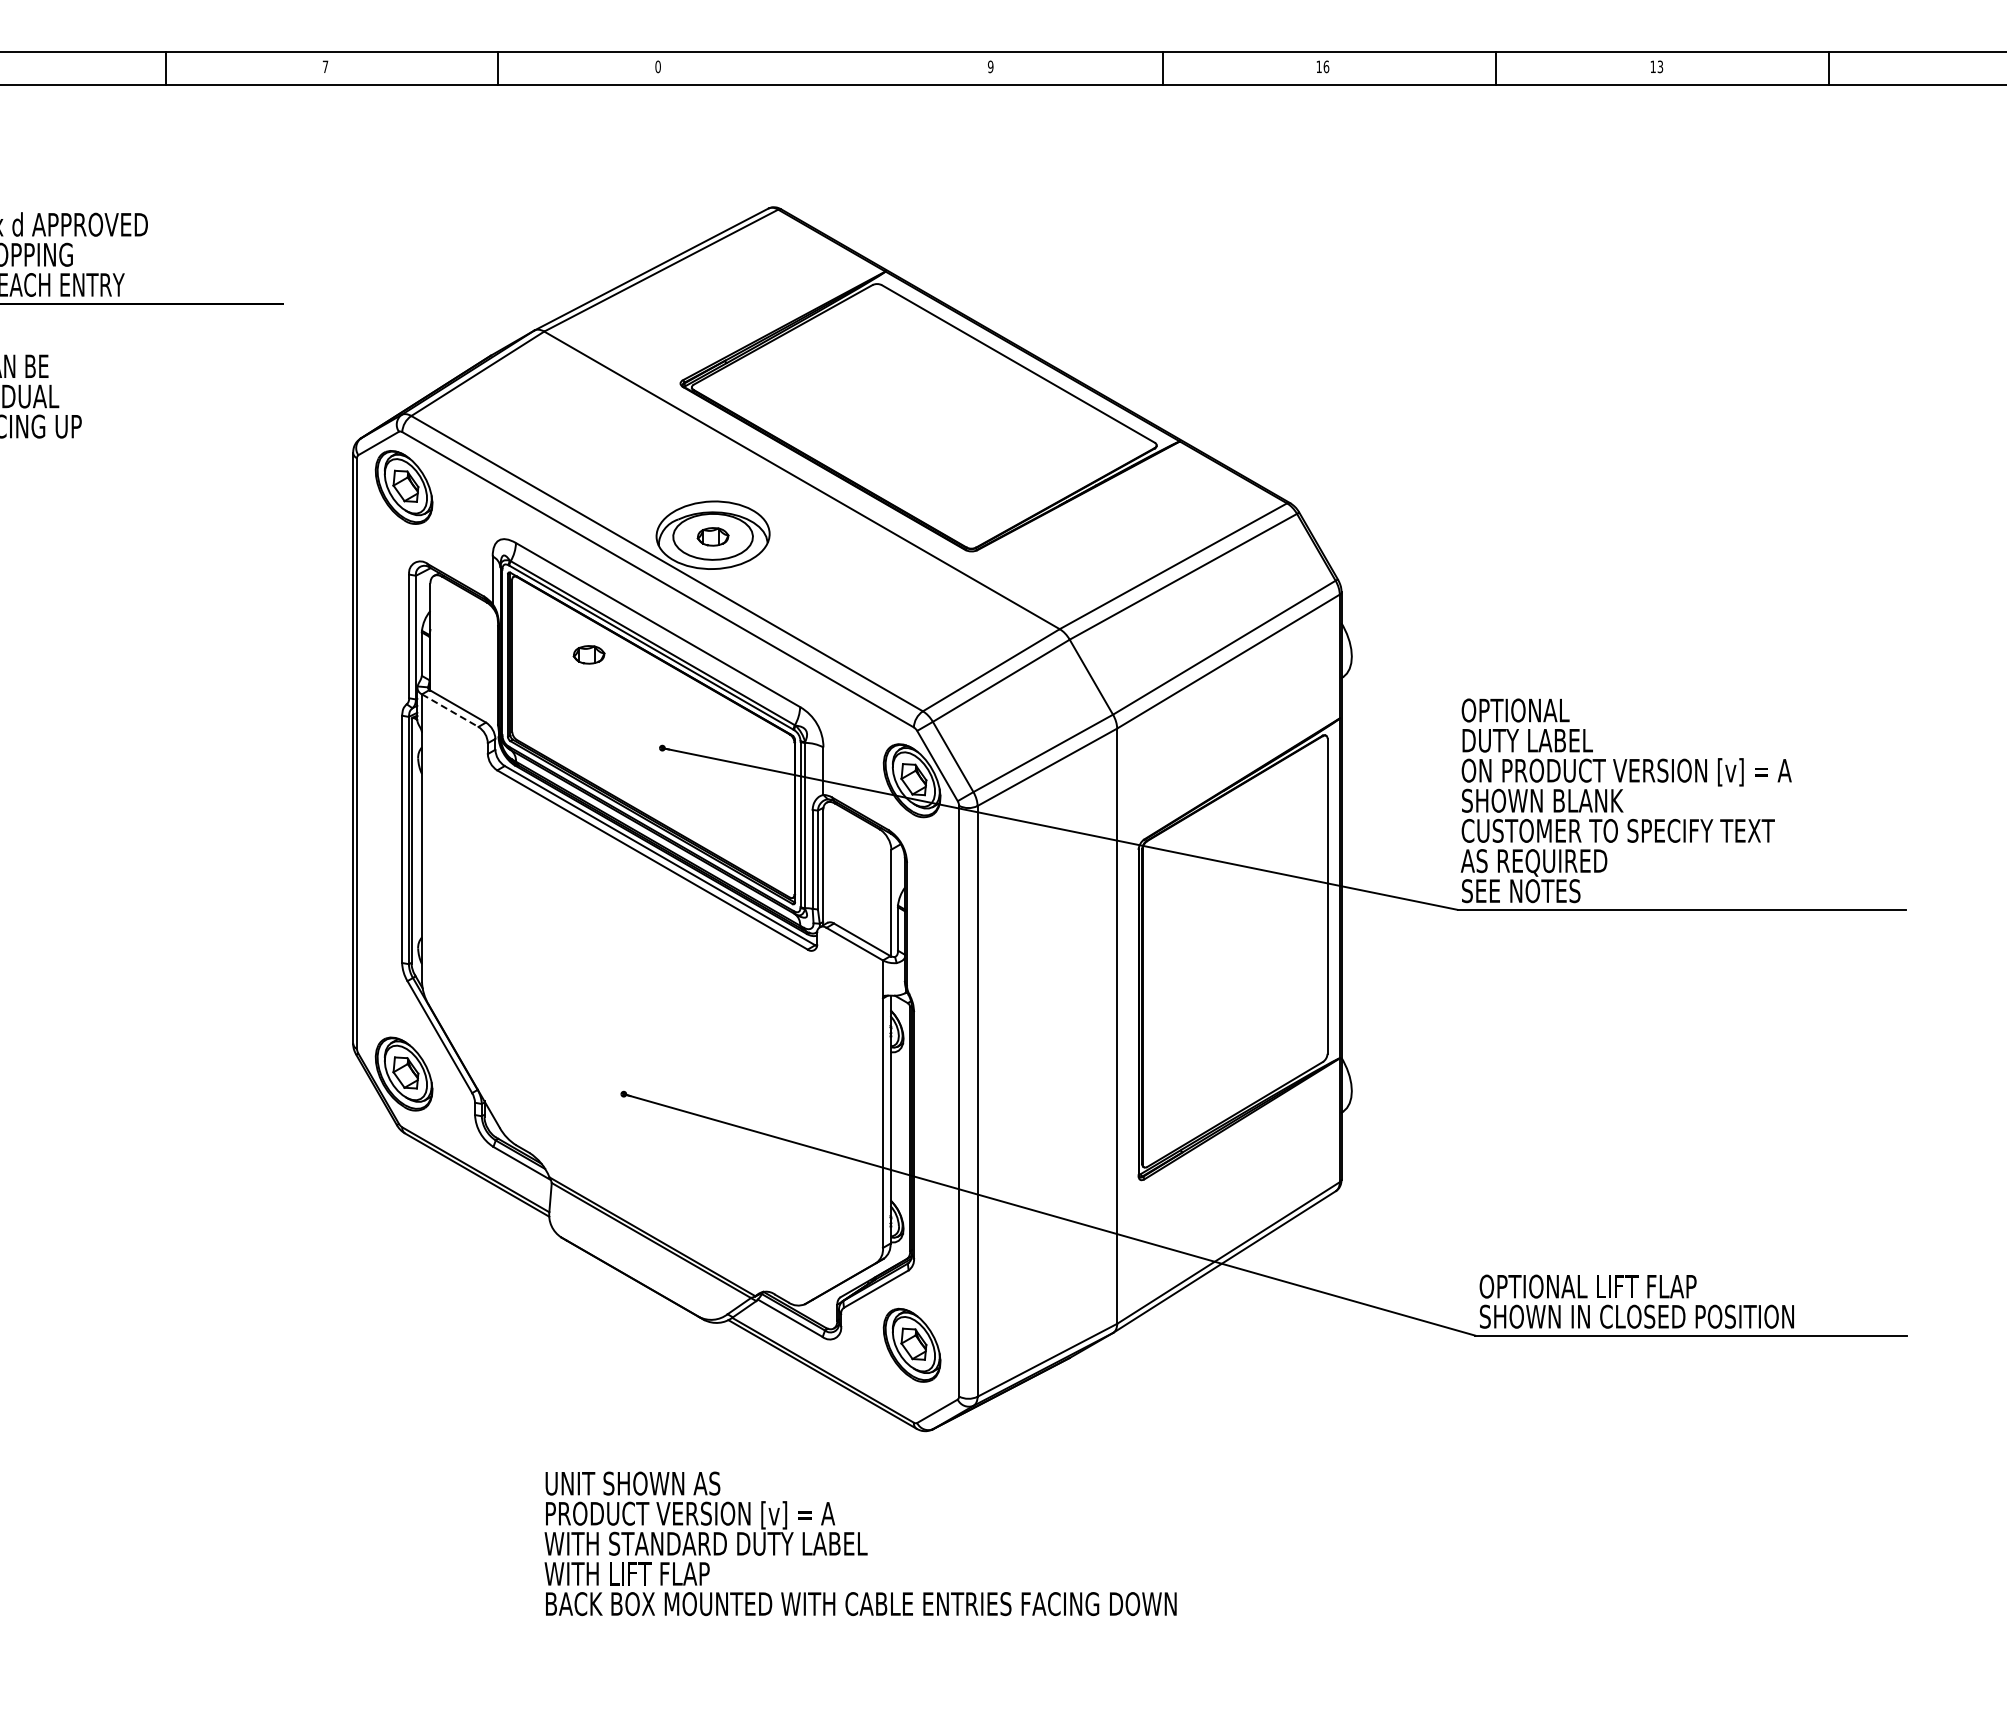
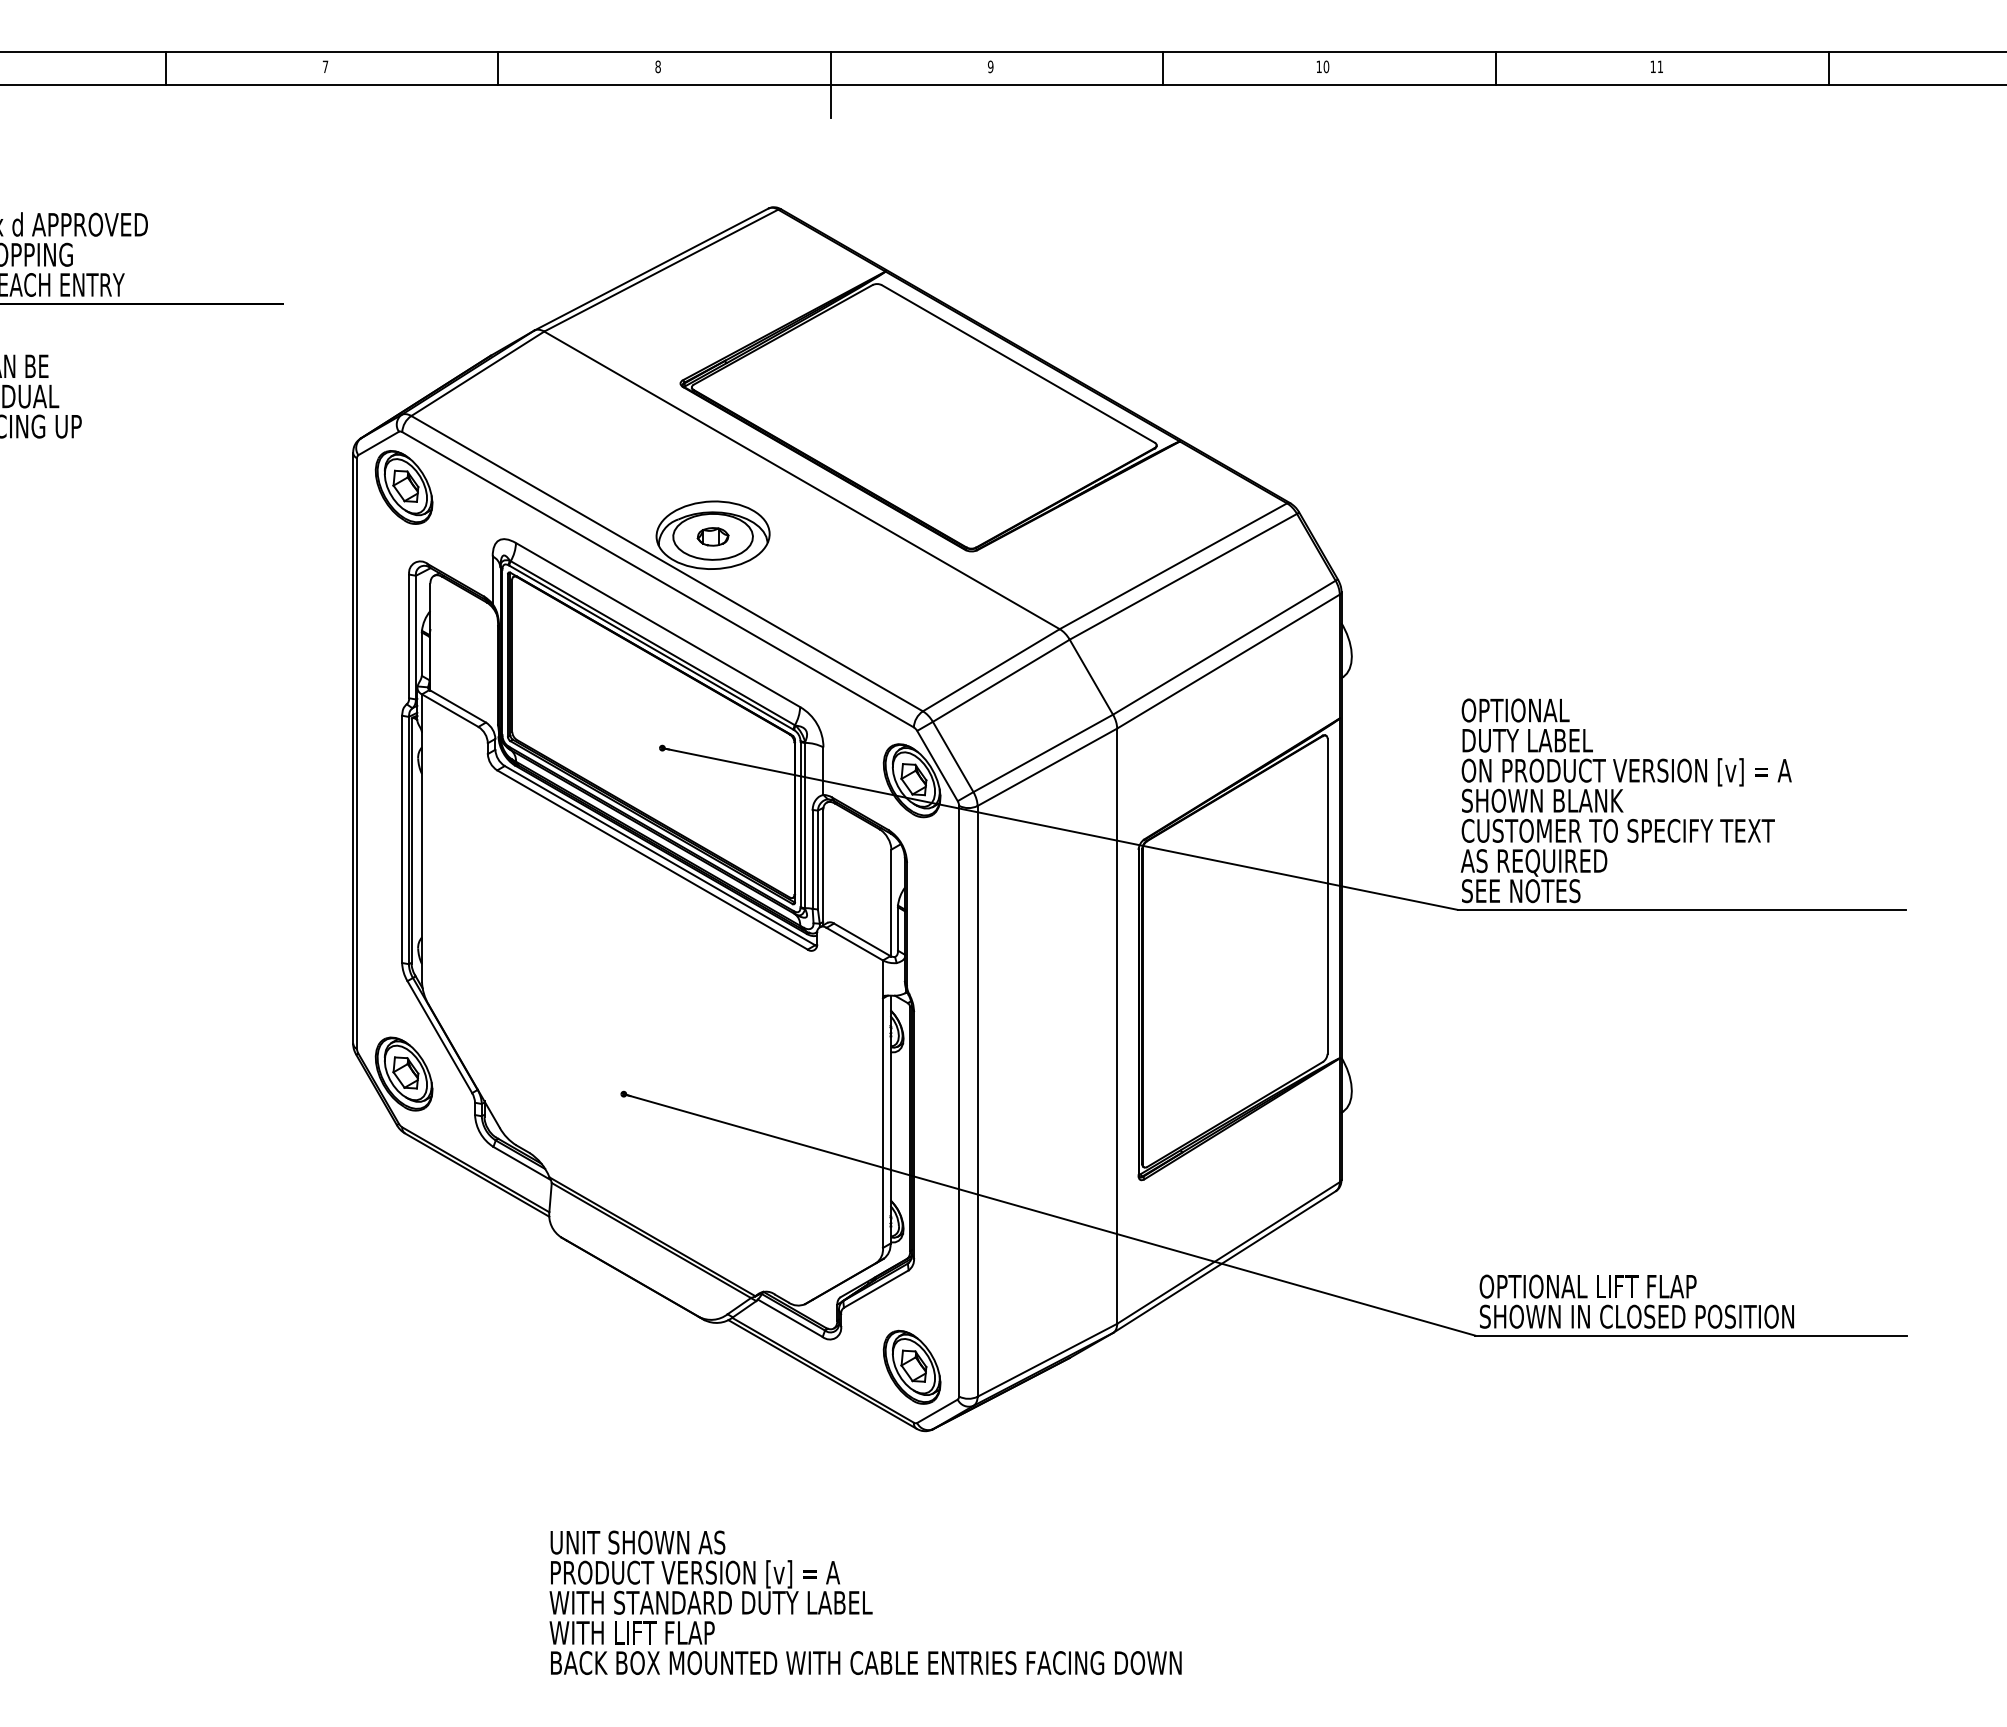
text at (657, 66): 0 -> 8
text at (1326, 66): 16 -> 10
text at (1660, 66): 13 -> 11
line at (830, 84): none -> present
part at (588, 654): present -> none
line at (450, 710): dashed -> solid
part at (911, 1344) position: (911, 1344) -> (911, 1366)
text at (860, 1543) position: (860, 1543) -> (865, 1602)
